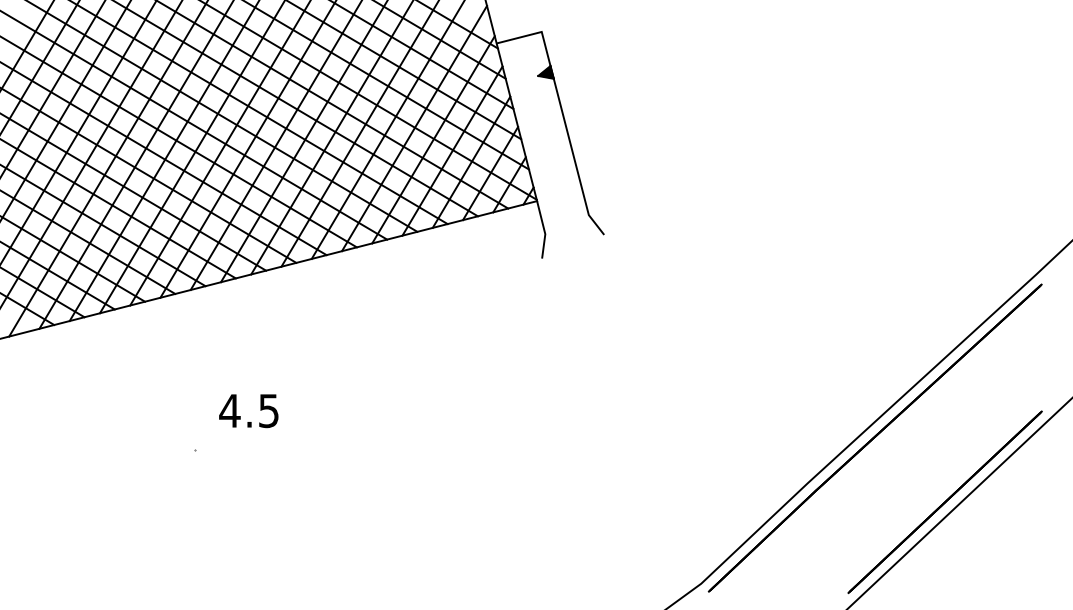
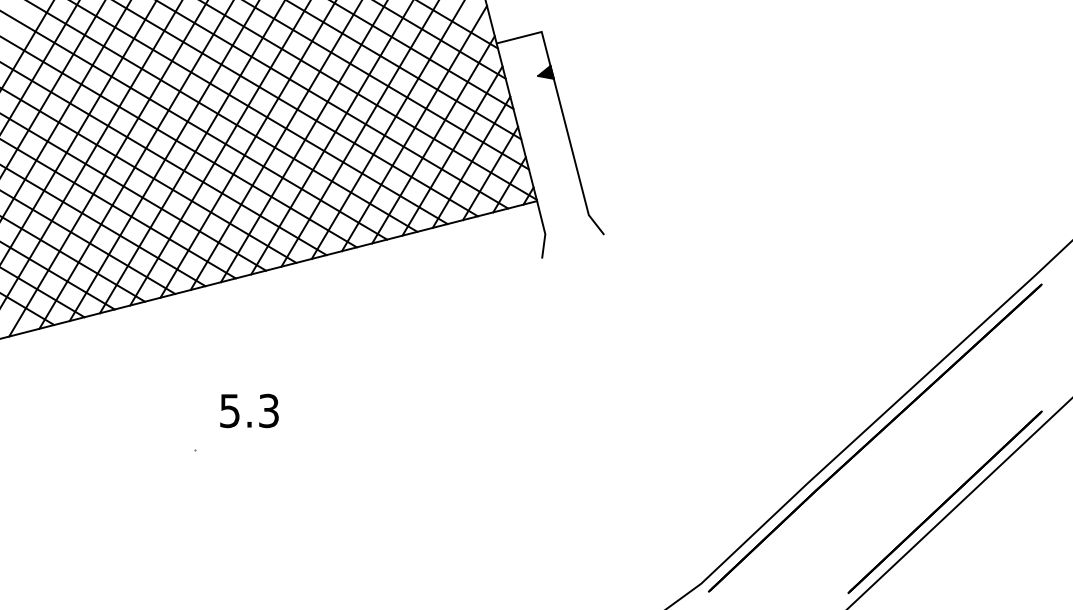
text at (248, 410): 4.5 -> 5.3
